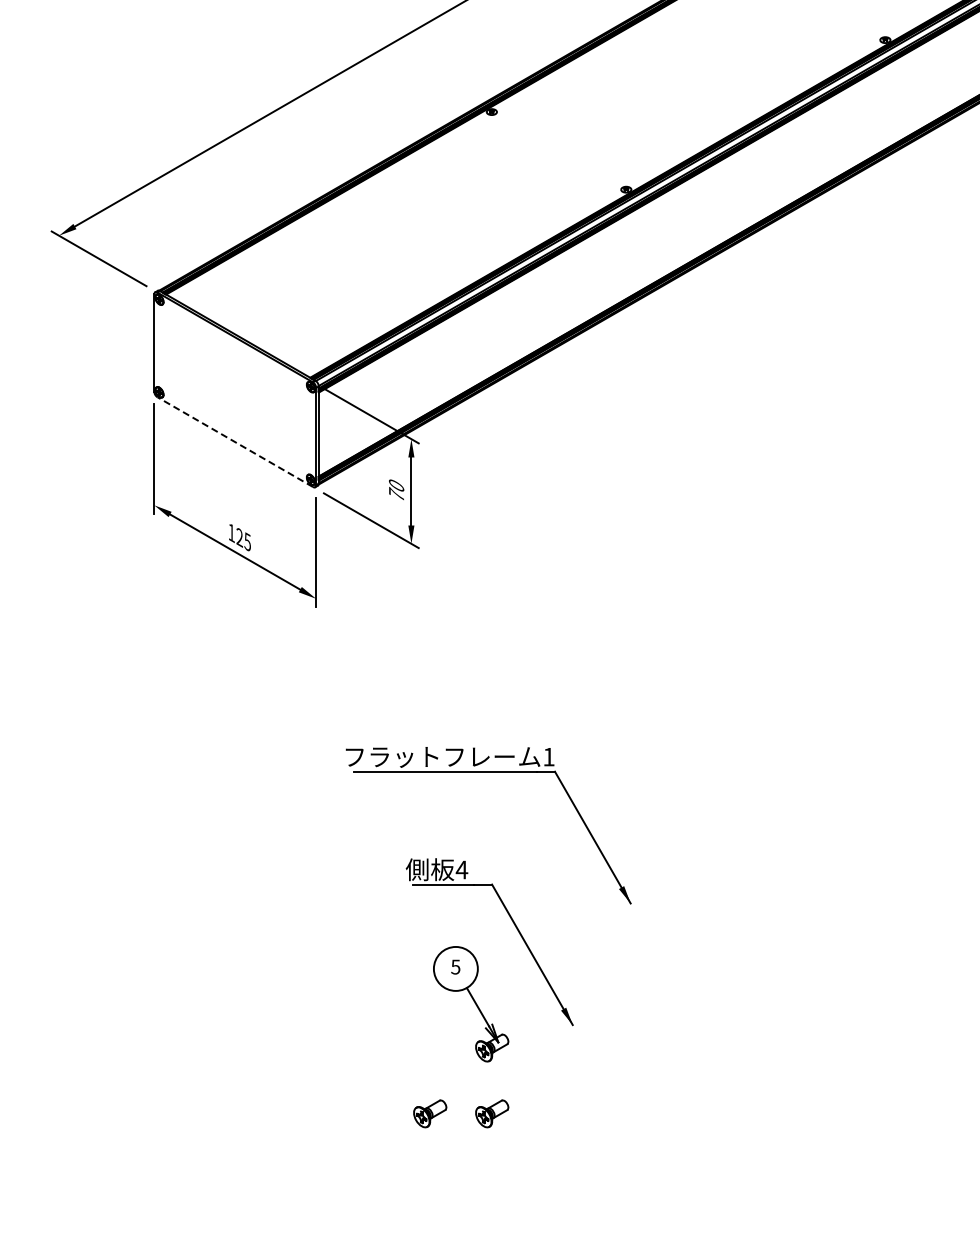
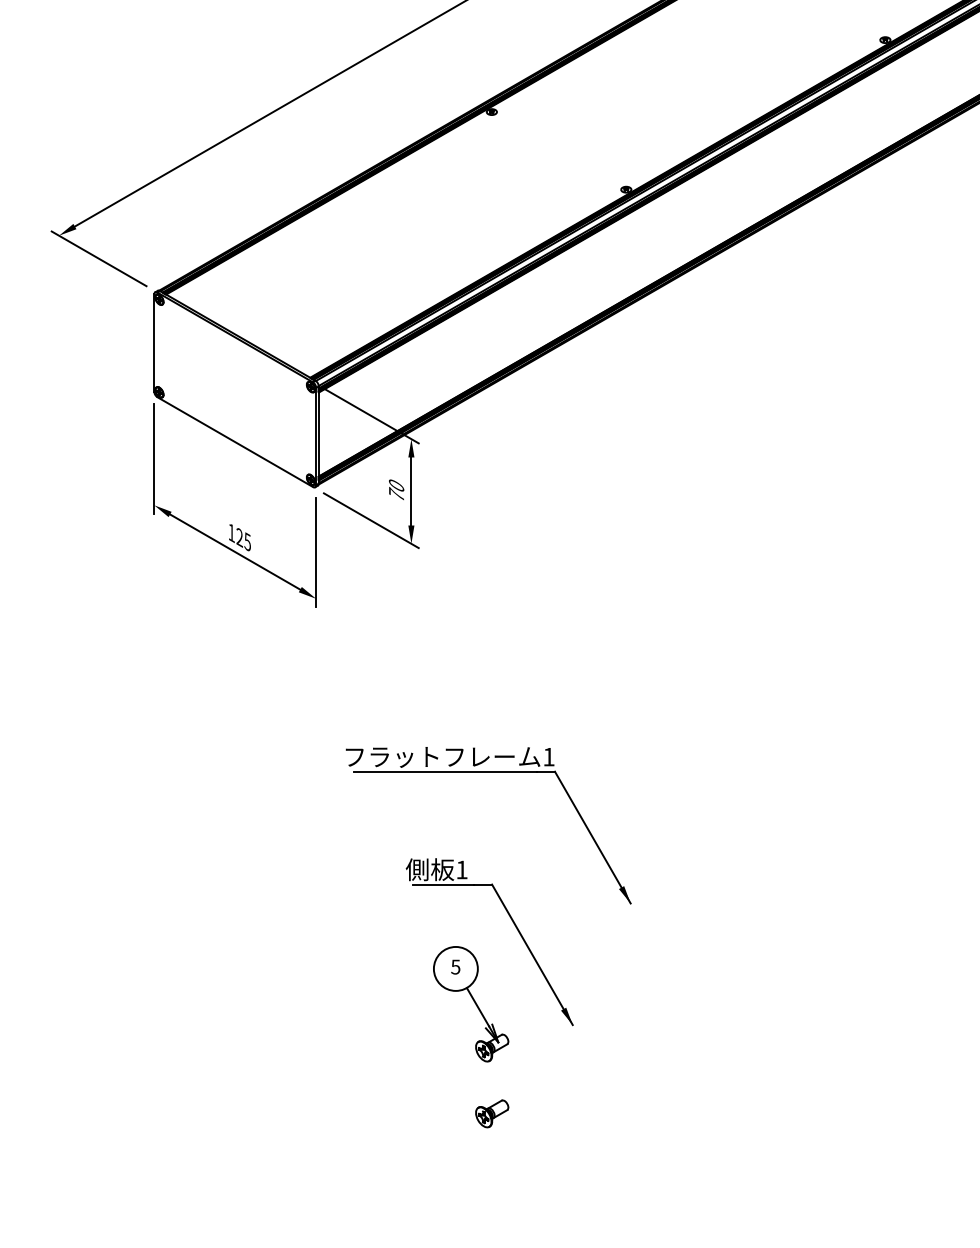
line at (235, 442): dashed -> solid
text at (461, 869): 4 -> 1
part at (430, 1113): present -> none
